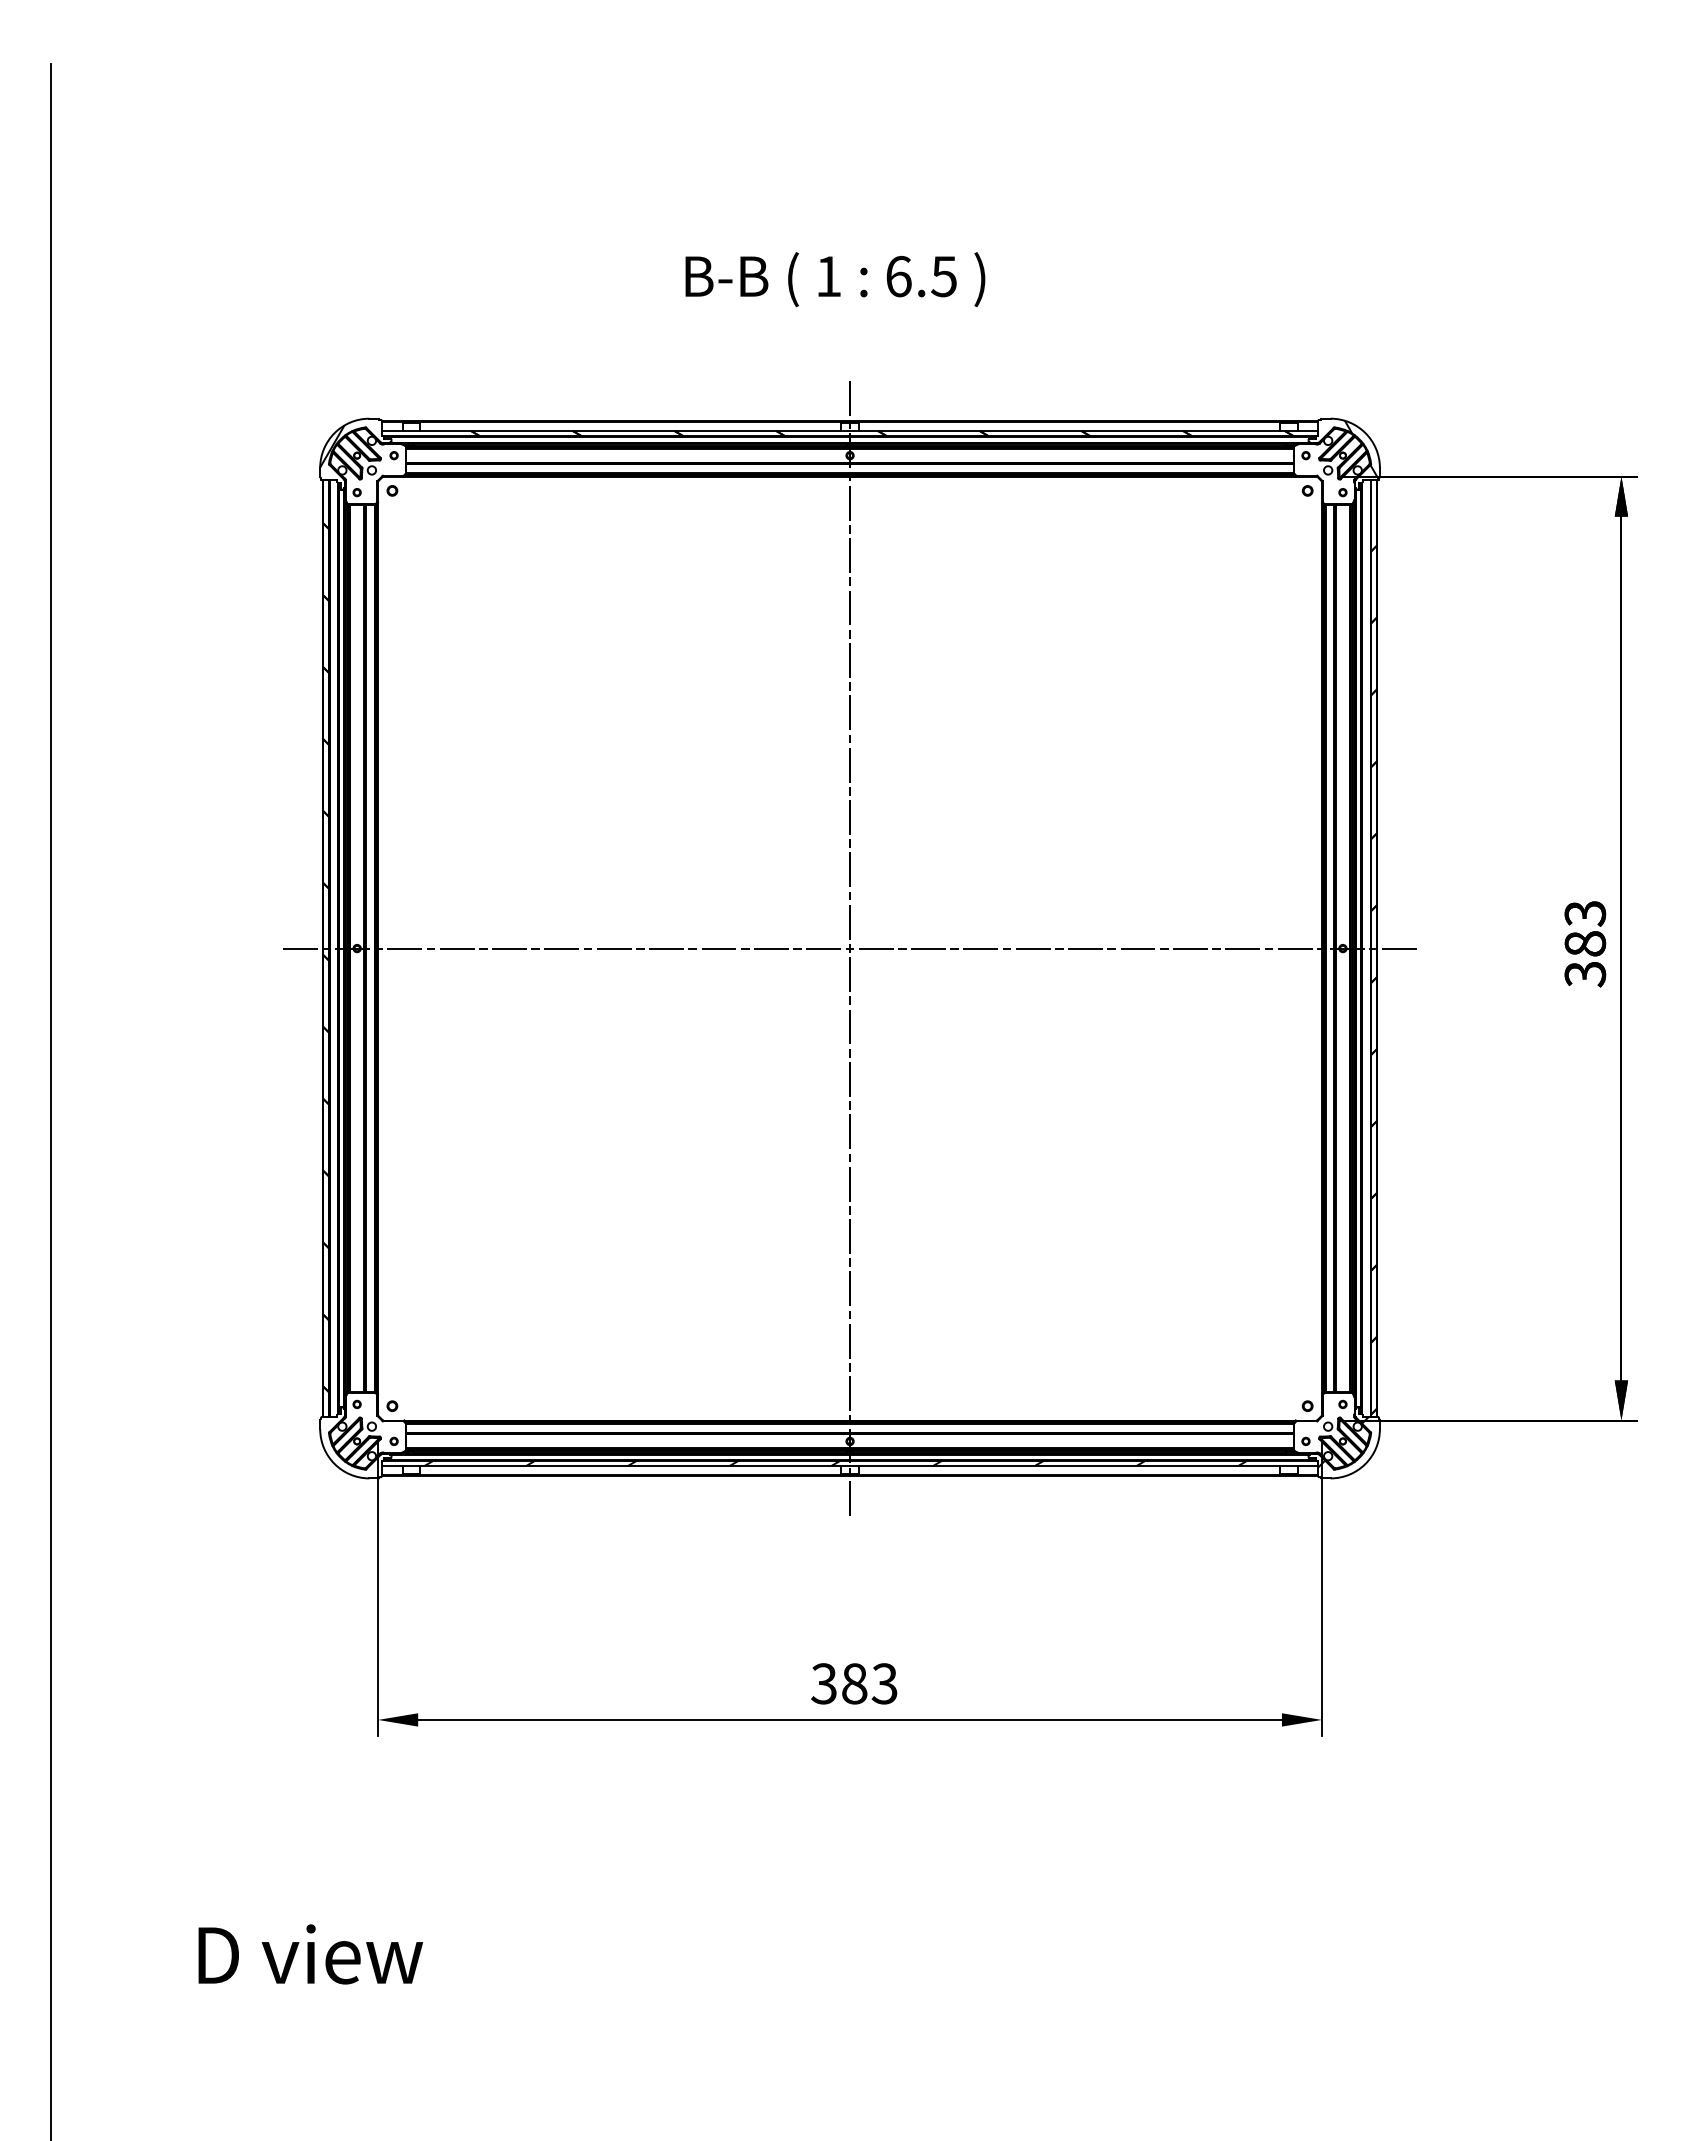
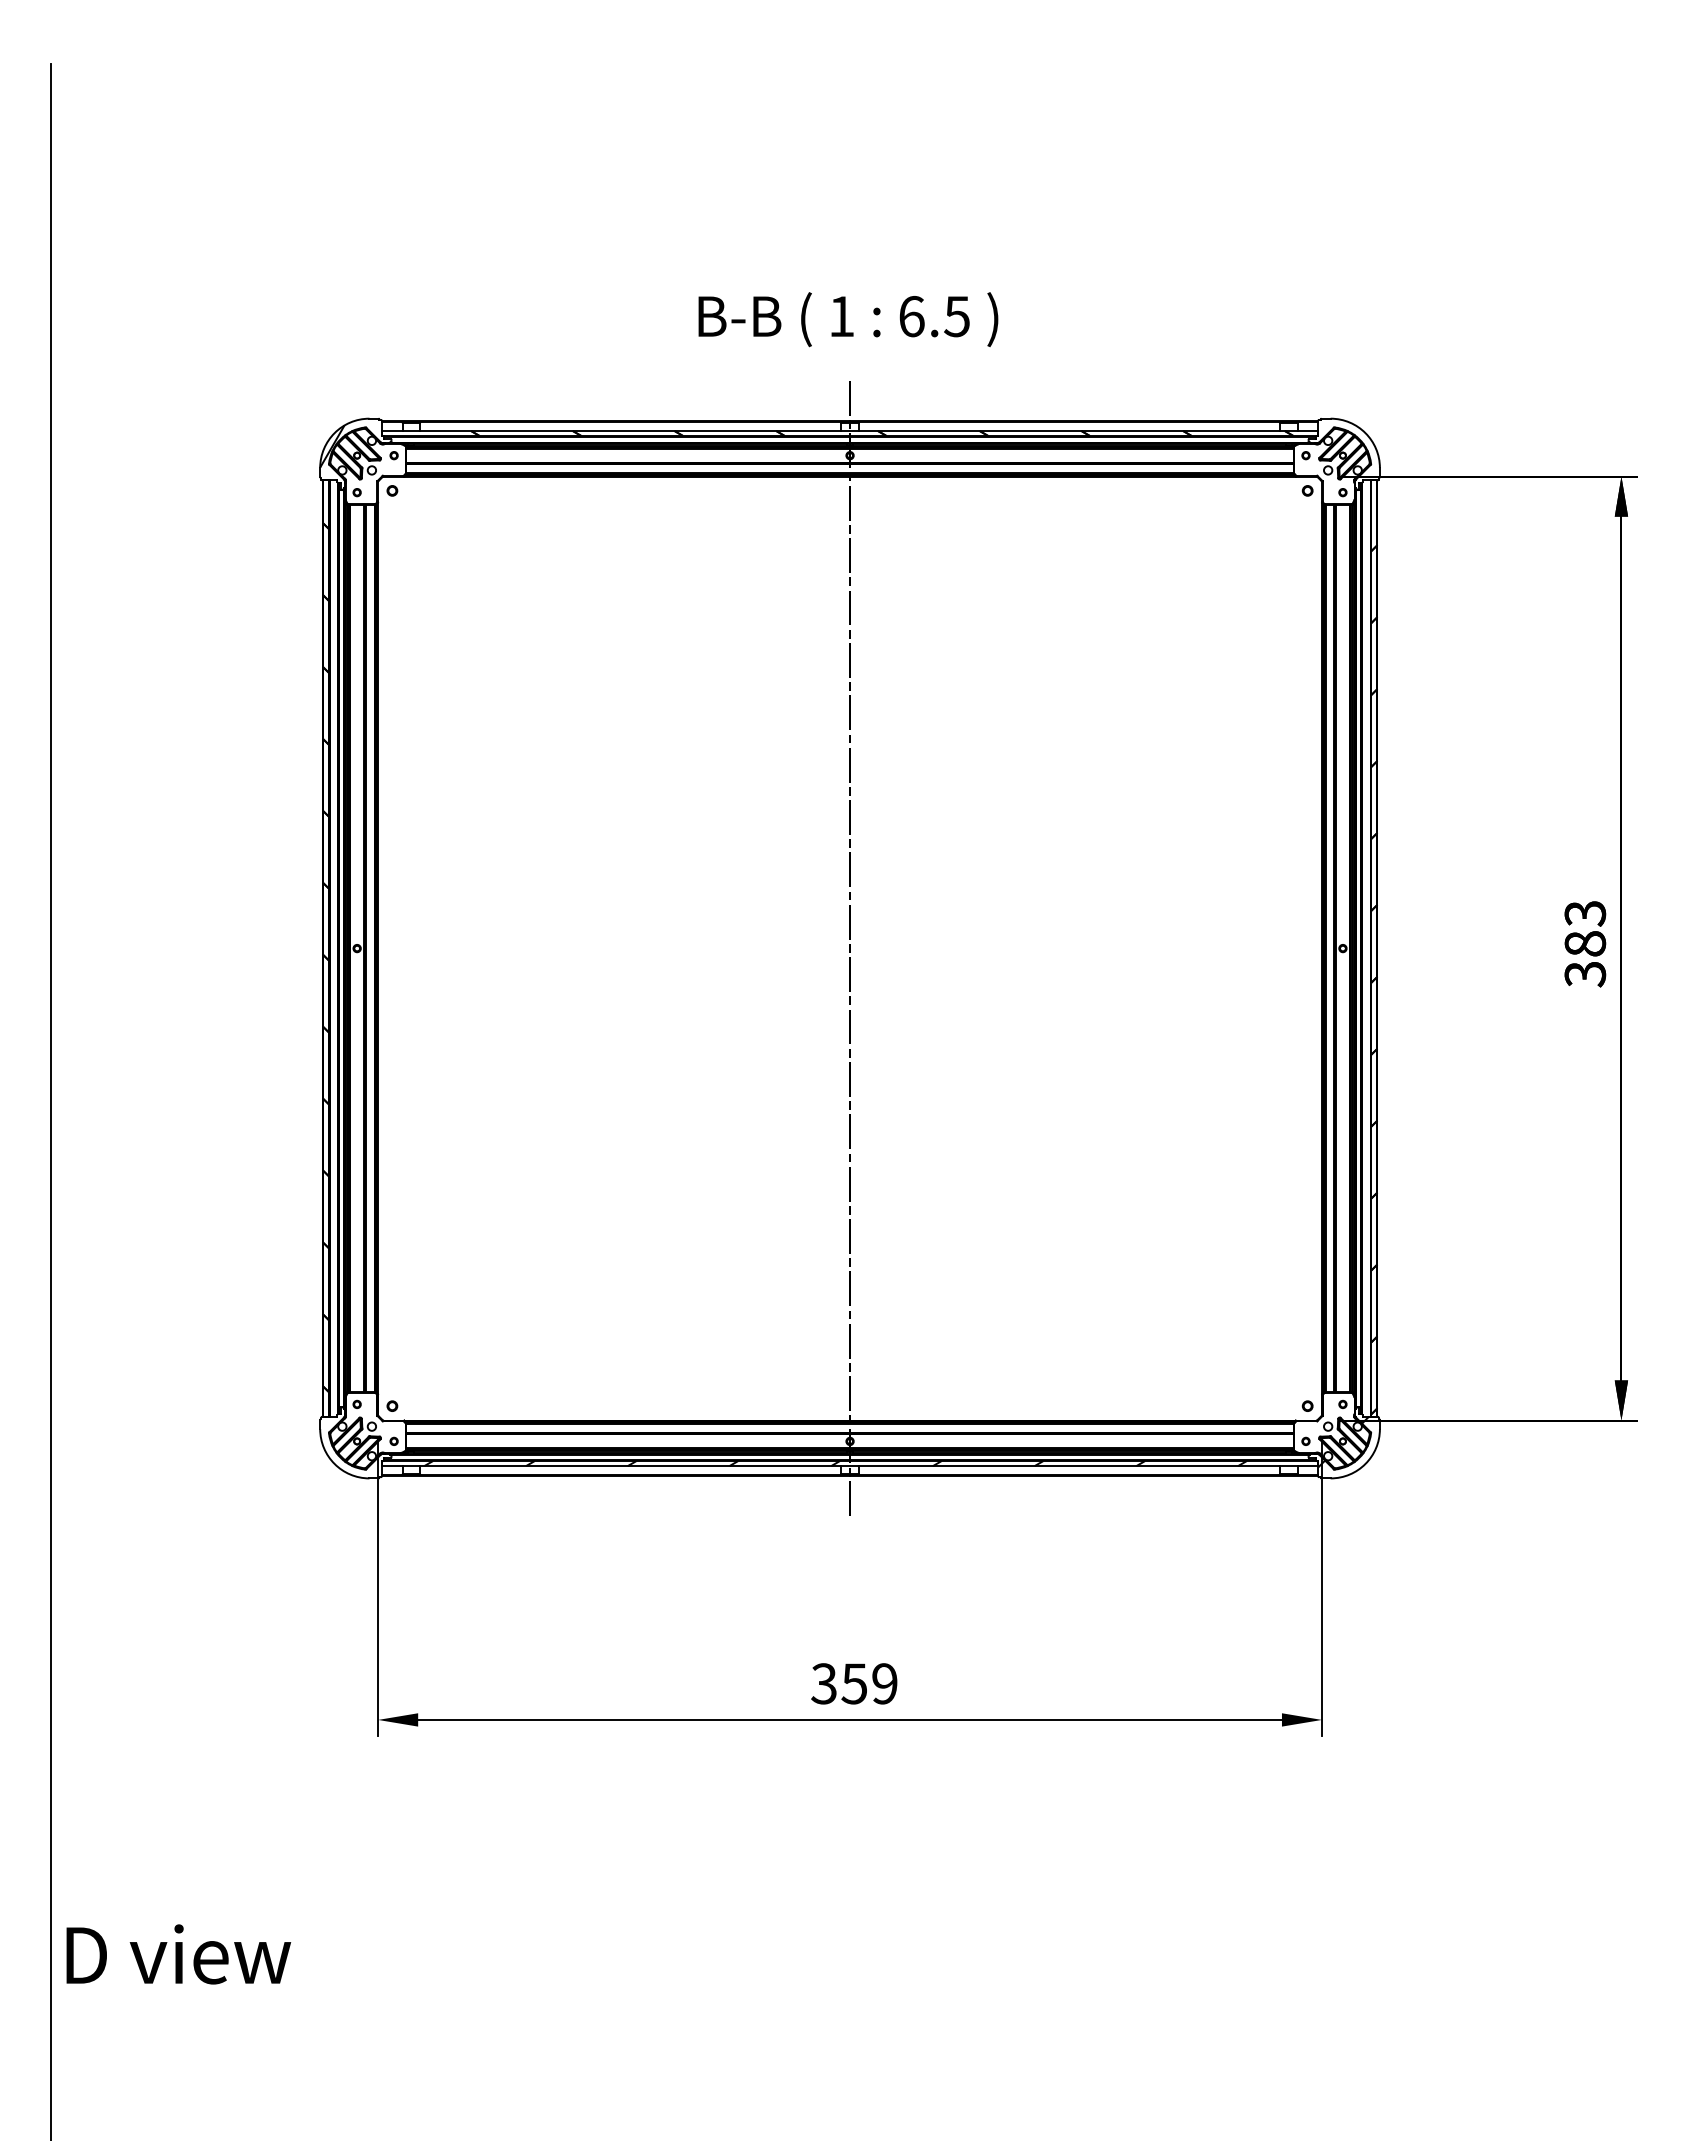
text at (835, 279) position: (835, 279) -> (848, 319)
hatch at (1361, 449): present -> none
line at (849, 948): present -> none
text at (869, 1683): 383 -> 359
text at (310, 1954) position: (310, 1954) -> (178, 1954)
